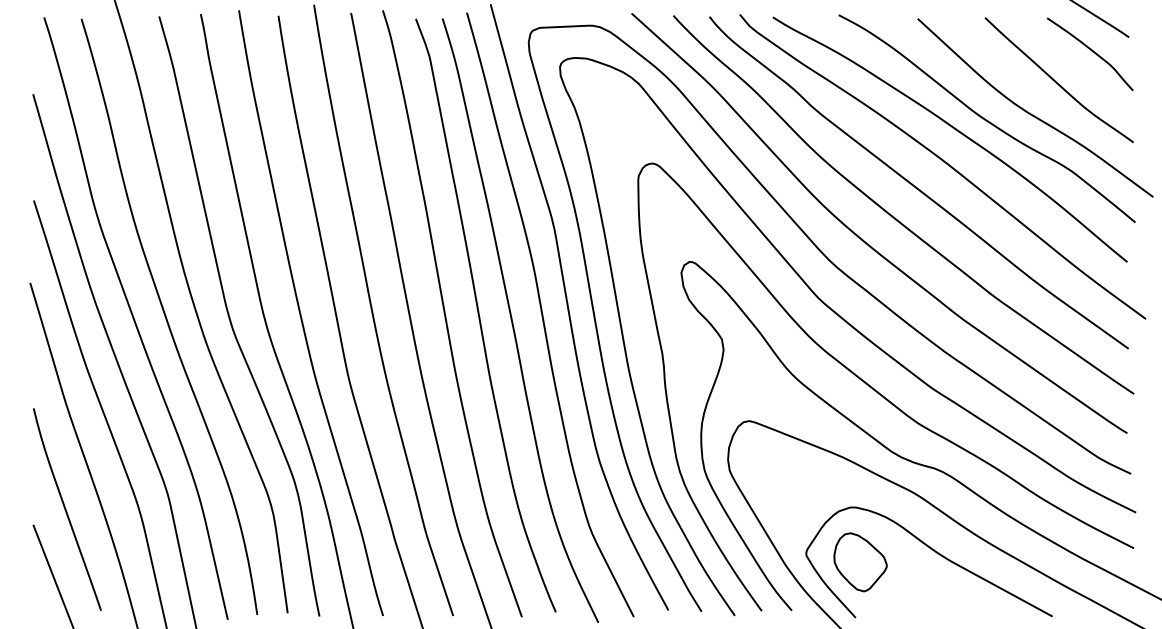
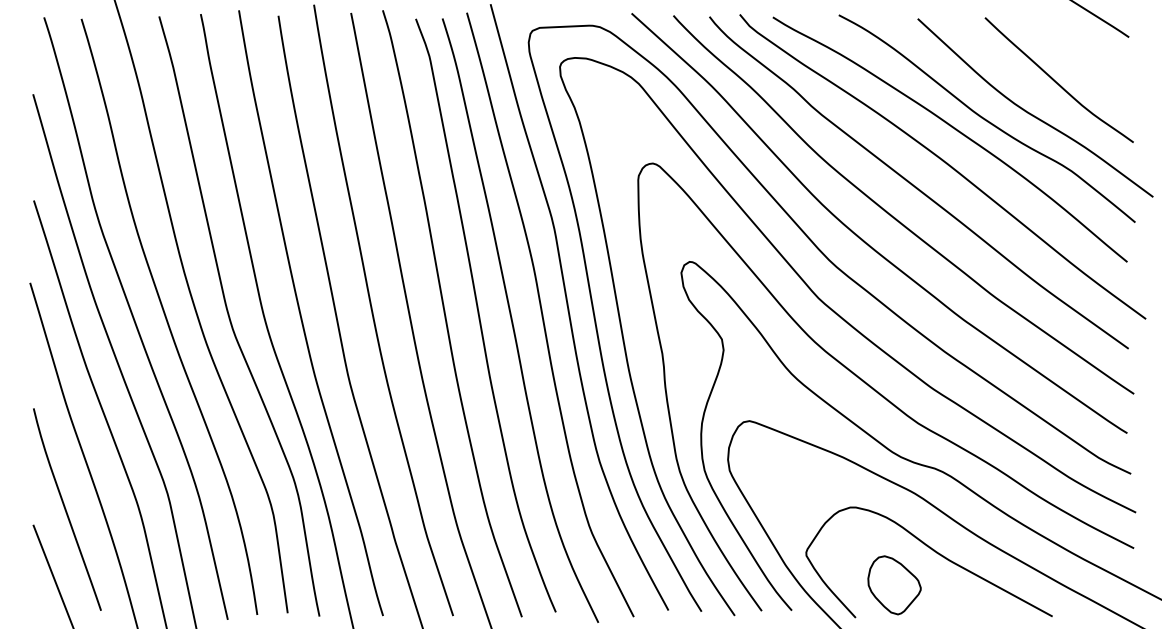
curve at (1091, 51): present -> none
part at (860, 562) position: (860, 562) -> (894, 585)
